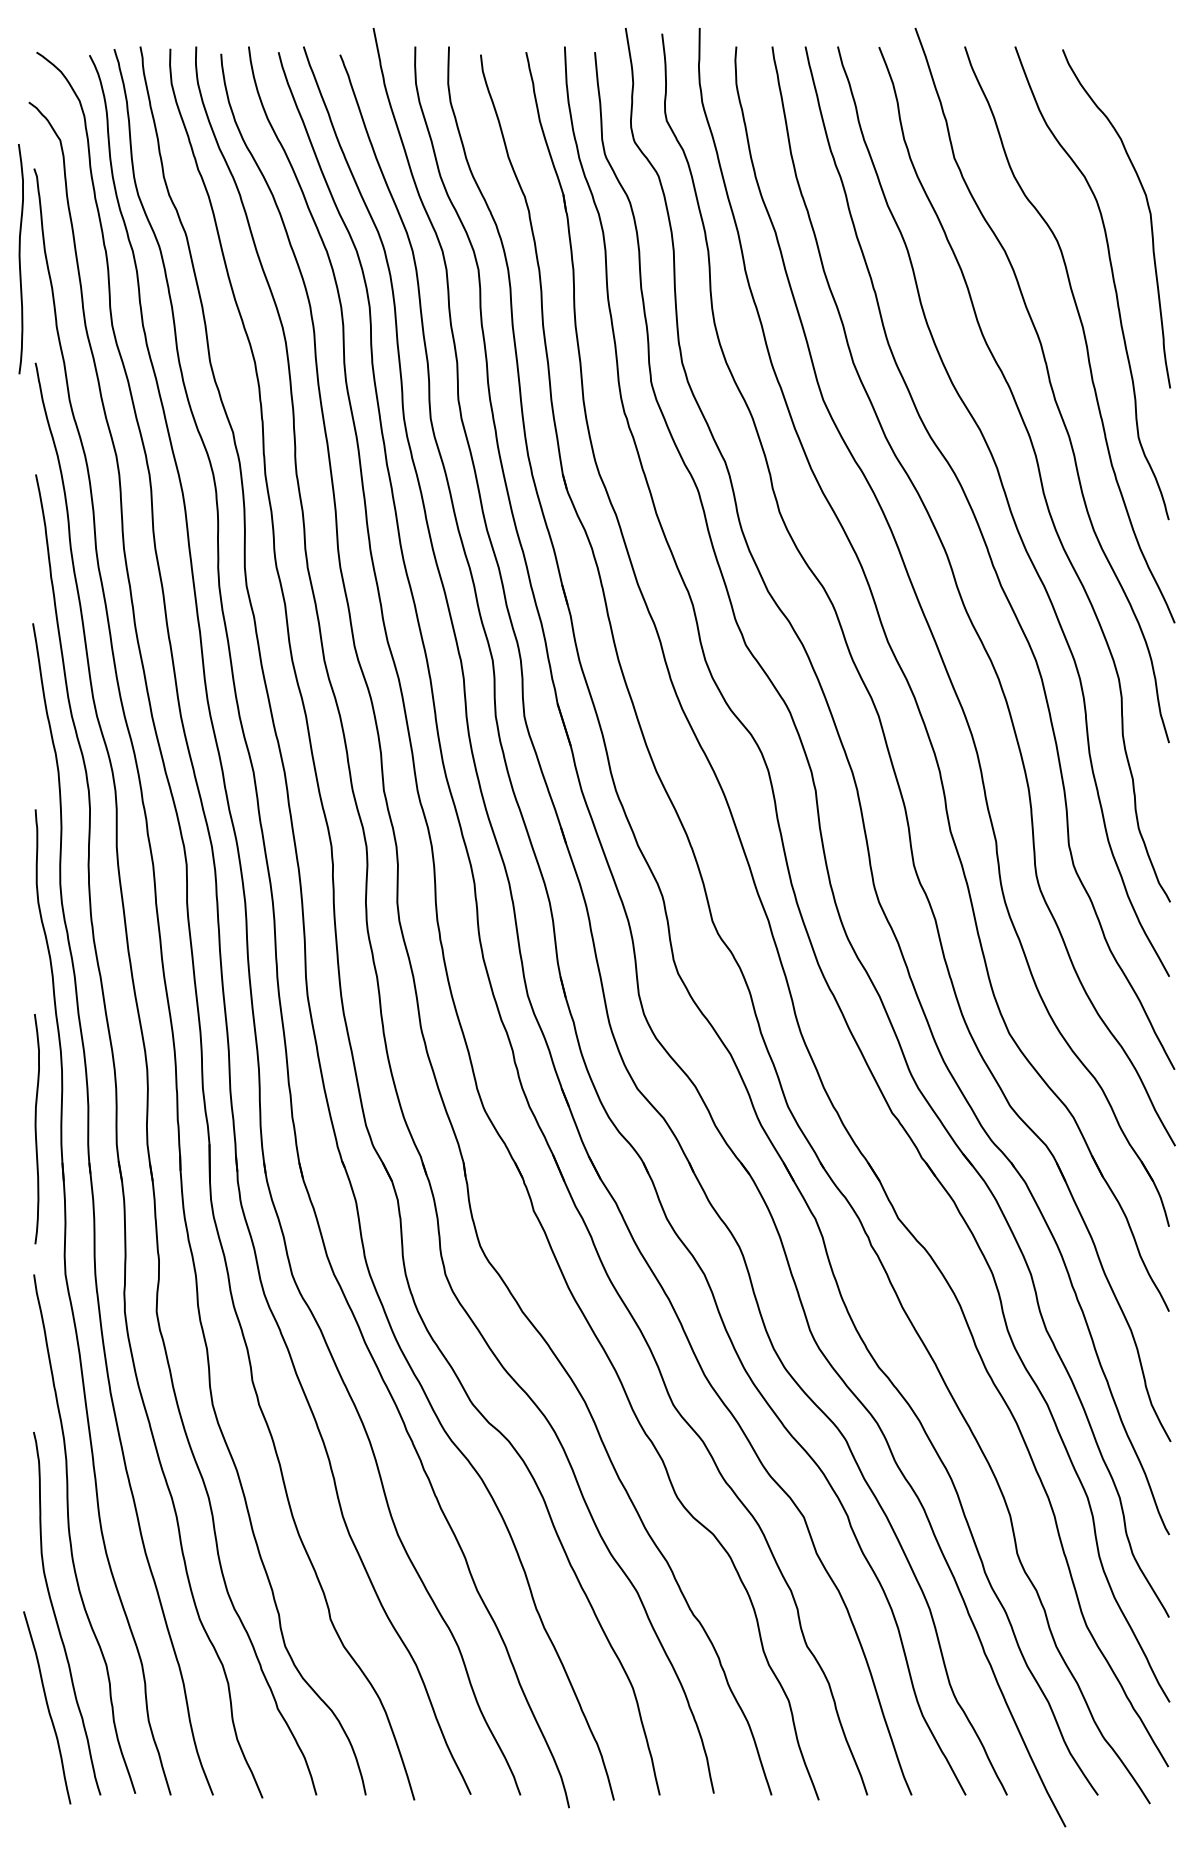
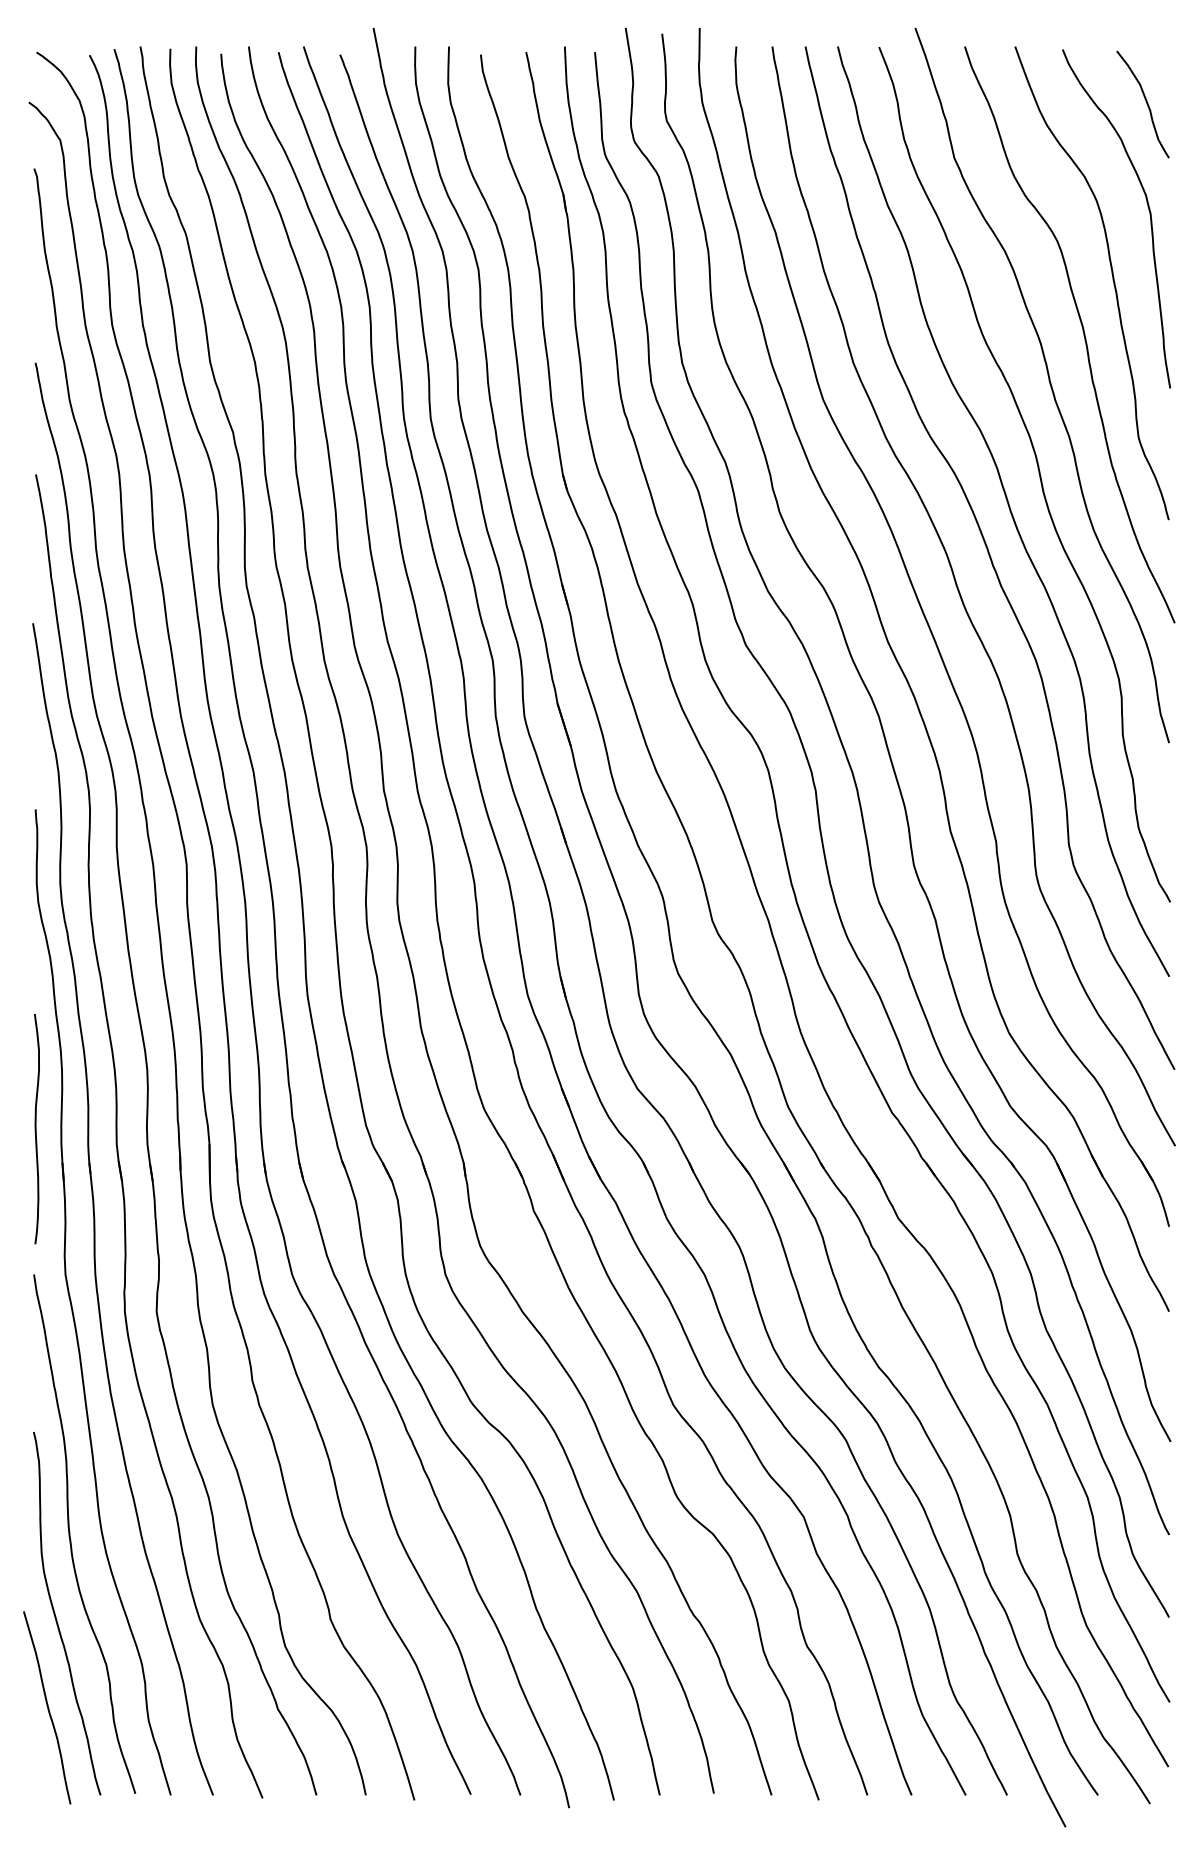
curve at (1146, 104): none -> present
curve at (20, 259): present -> none
